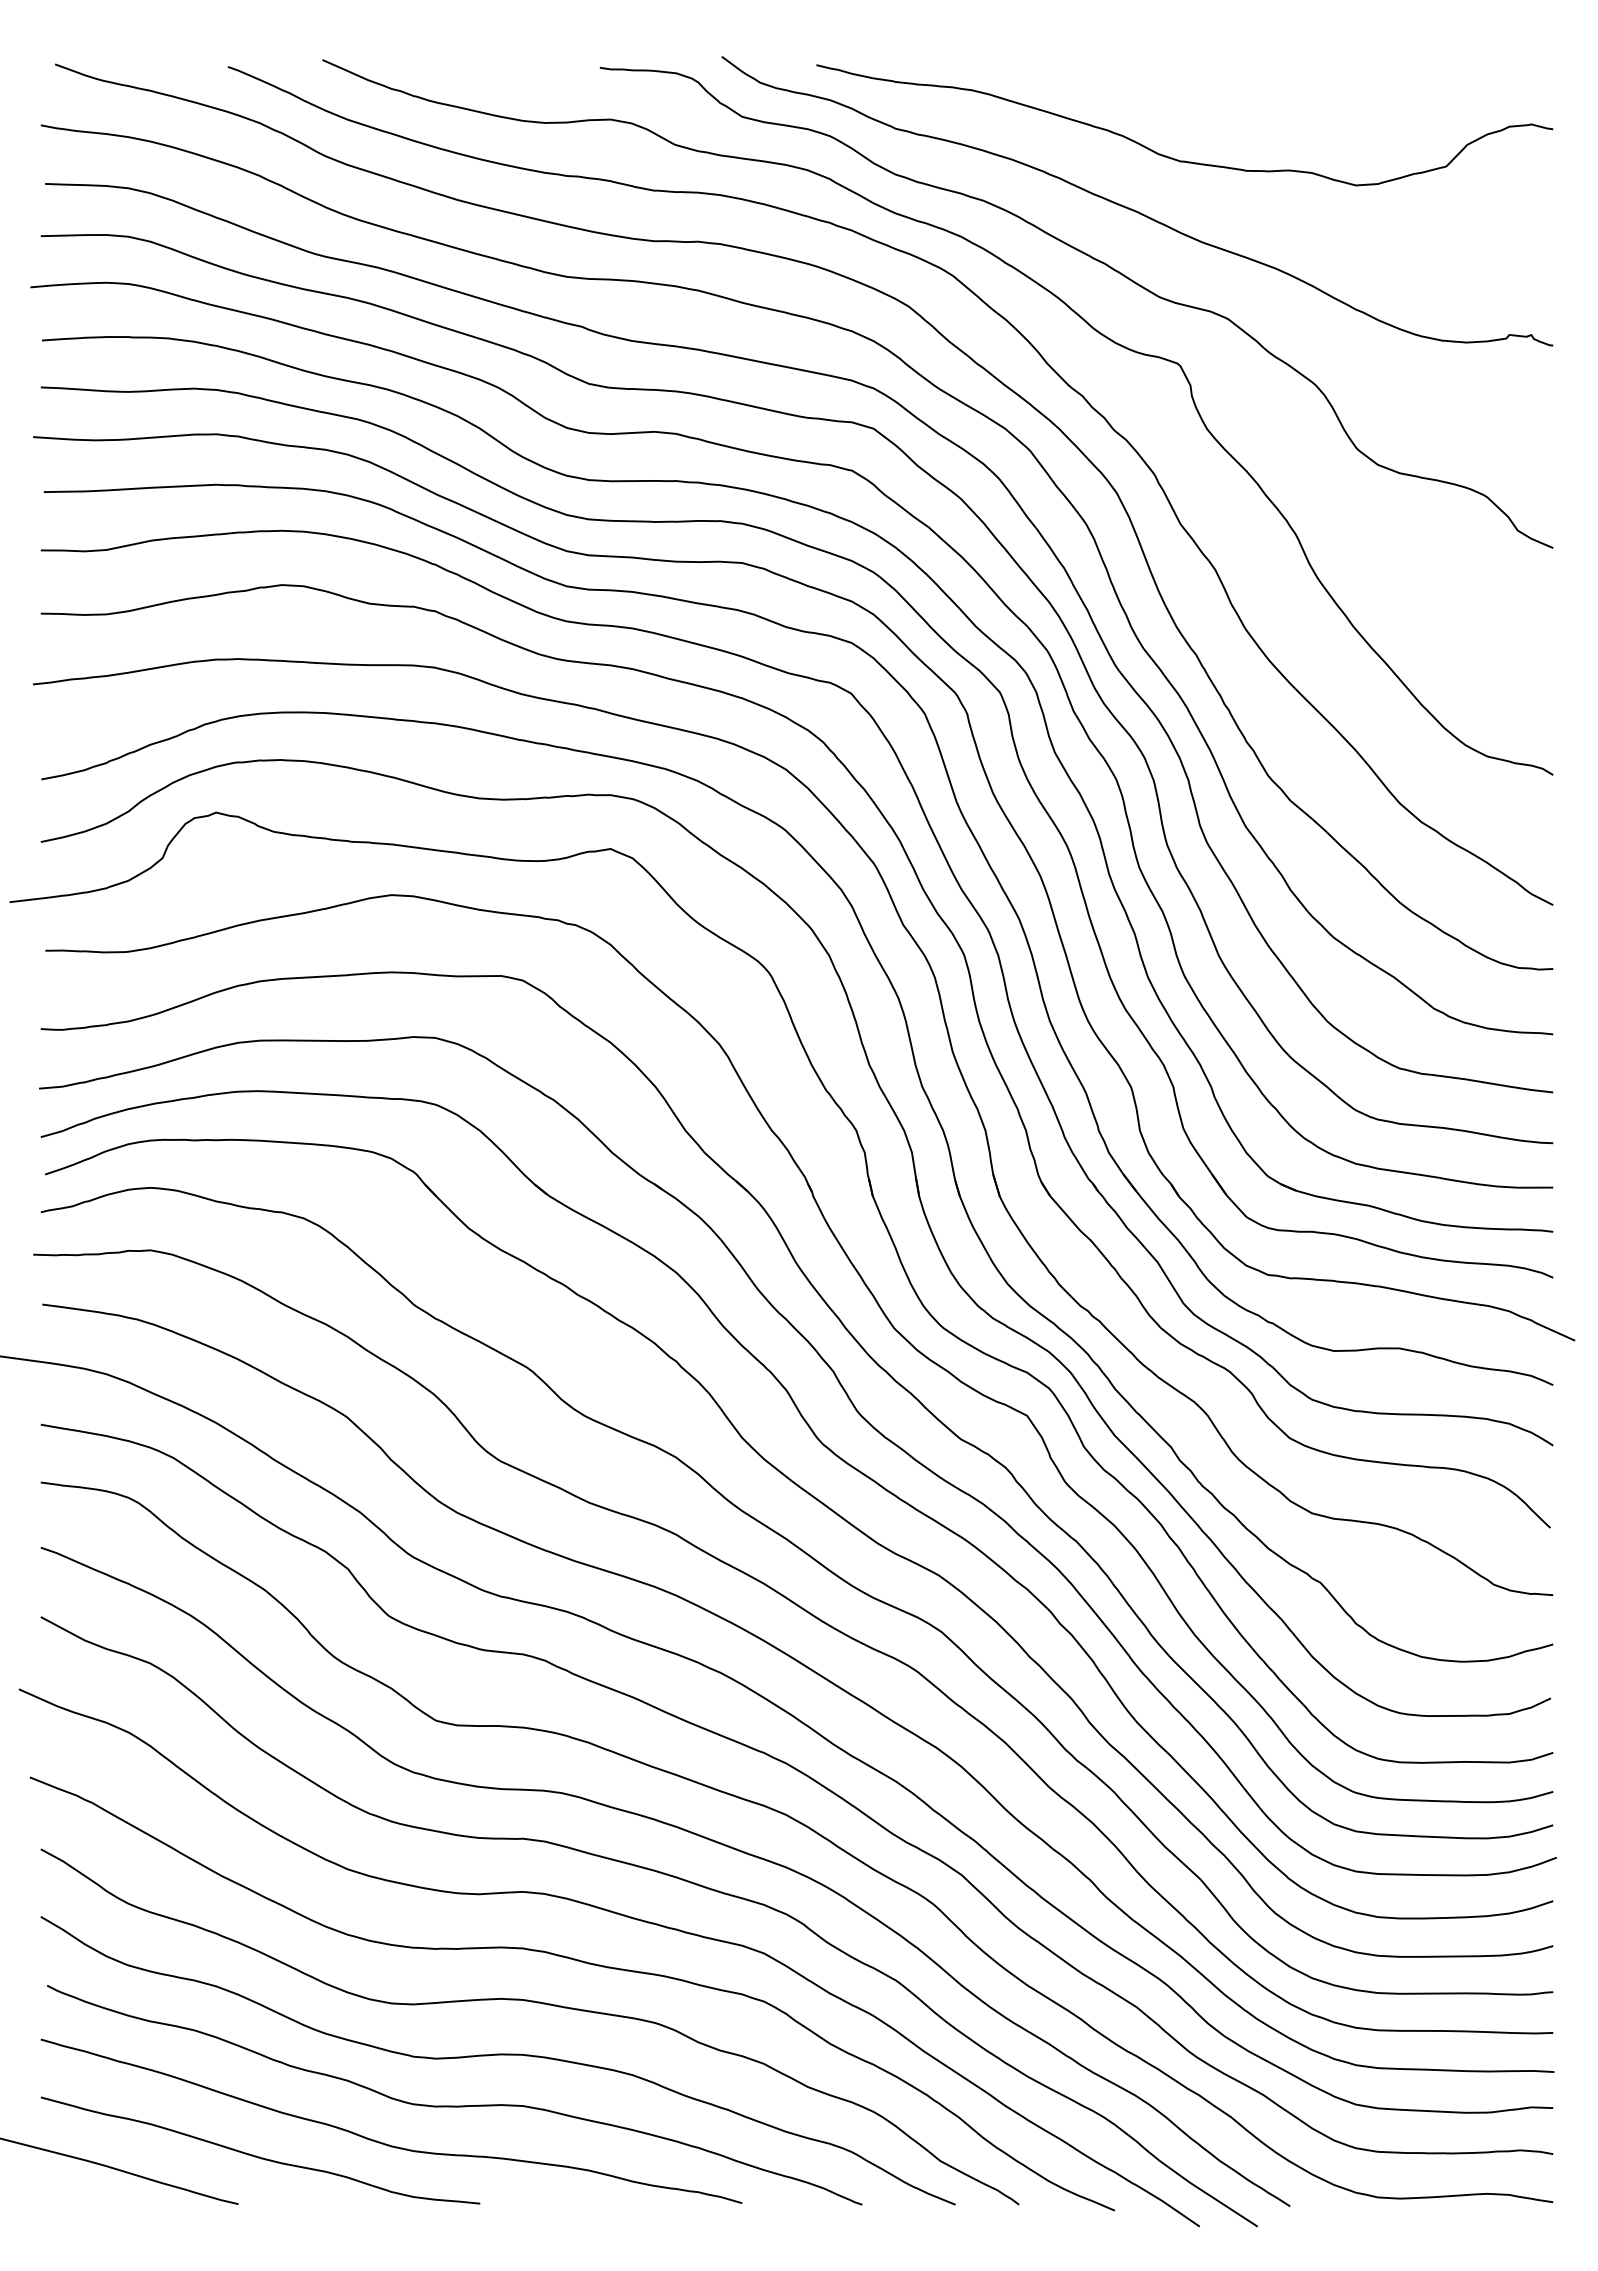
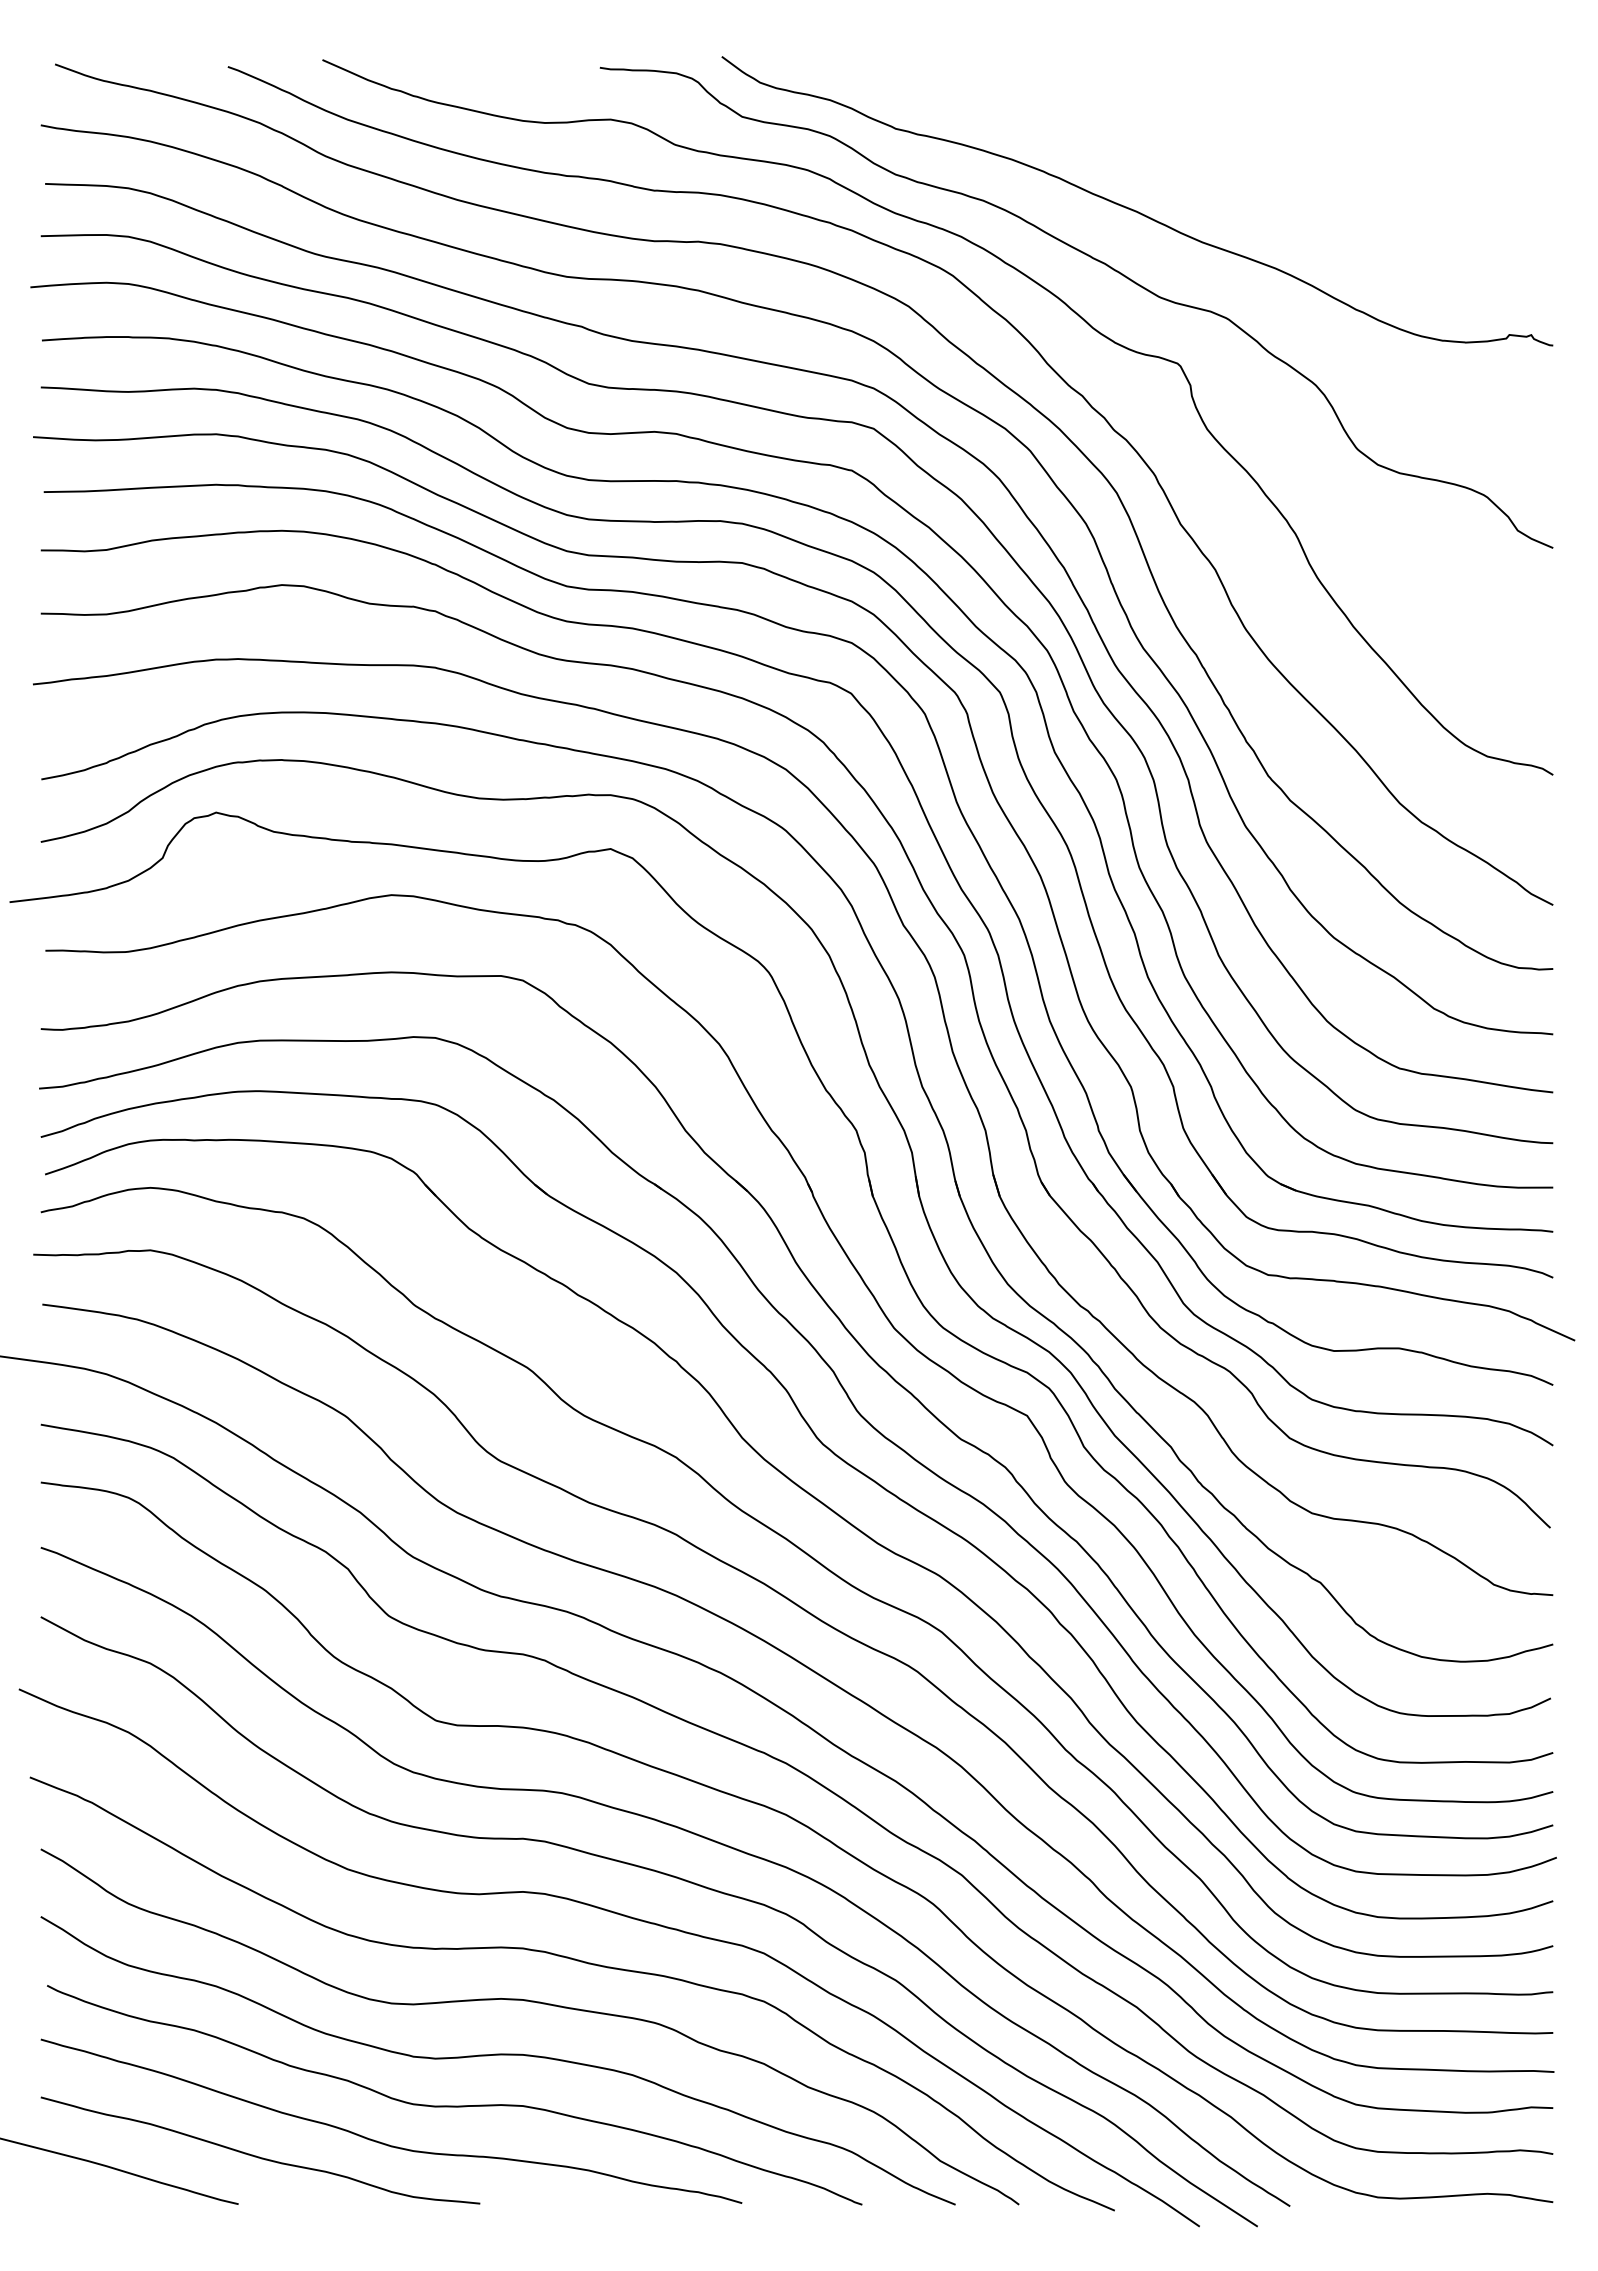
curve at (1172, 157): present -> none
